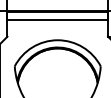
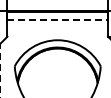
line at (58, 19): solid -> dashed
line at (0, 70): solid -> dashed
